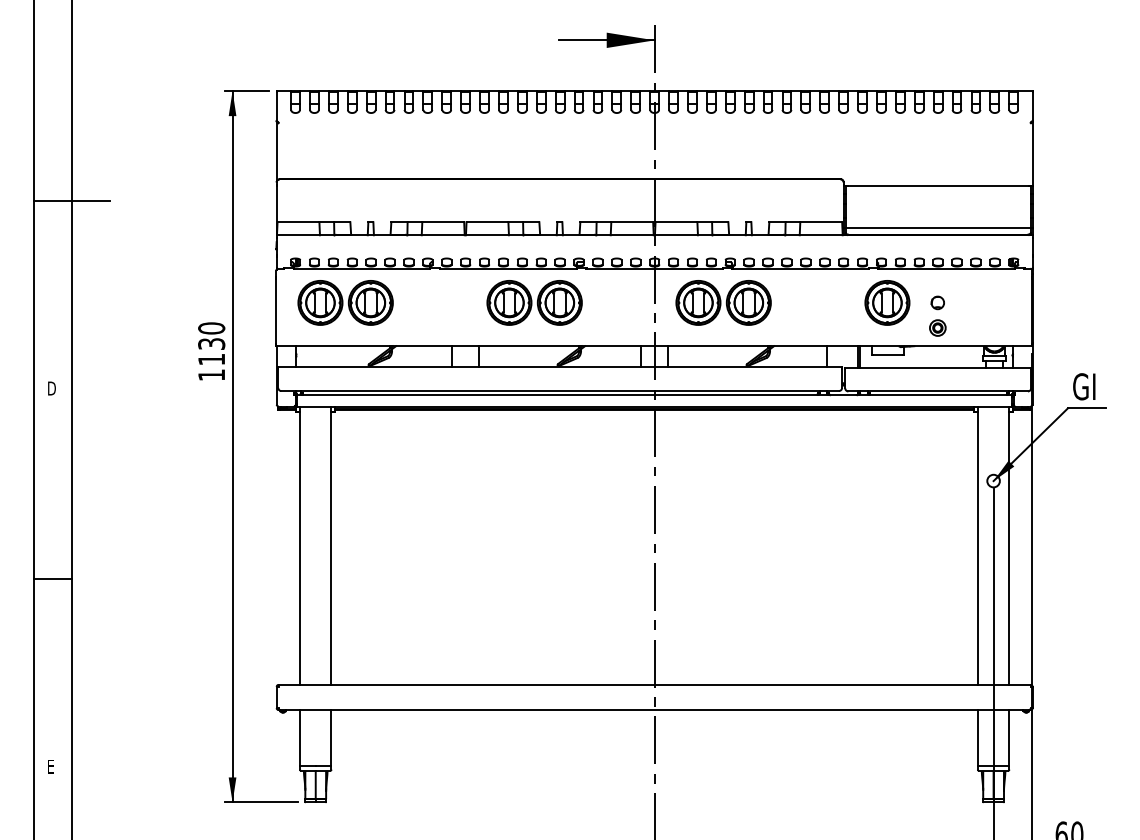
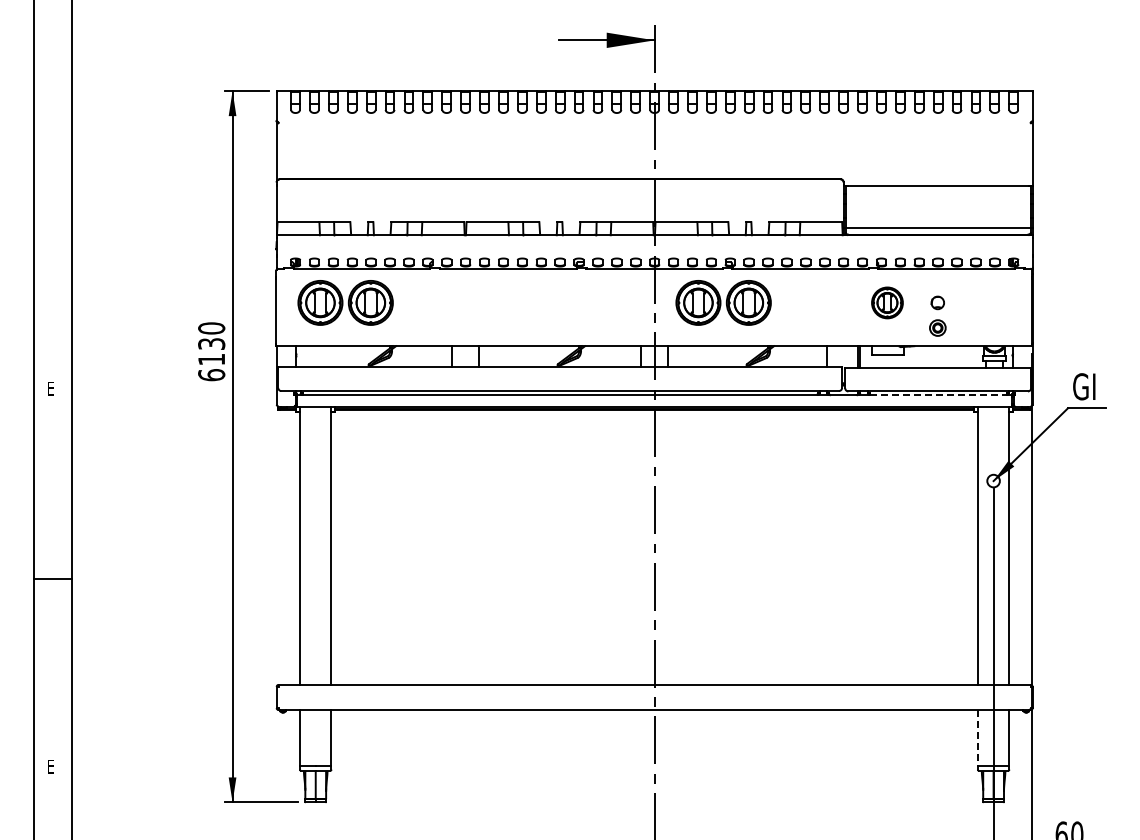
line at (71, 201): present -> none
part at (534, 302): present -> none
part at (887, 302) size: 47x46 px -> 33x34 px
text at (211, 375): 1130 -> 6130
text at (51, 388): D -> E
line at (938, 395): solid -> dashed
line at (977, 738): solid -> dashed
